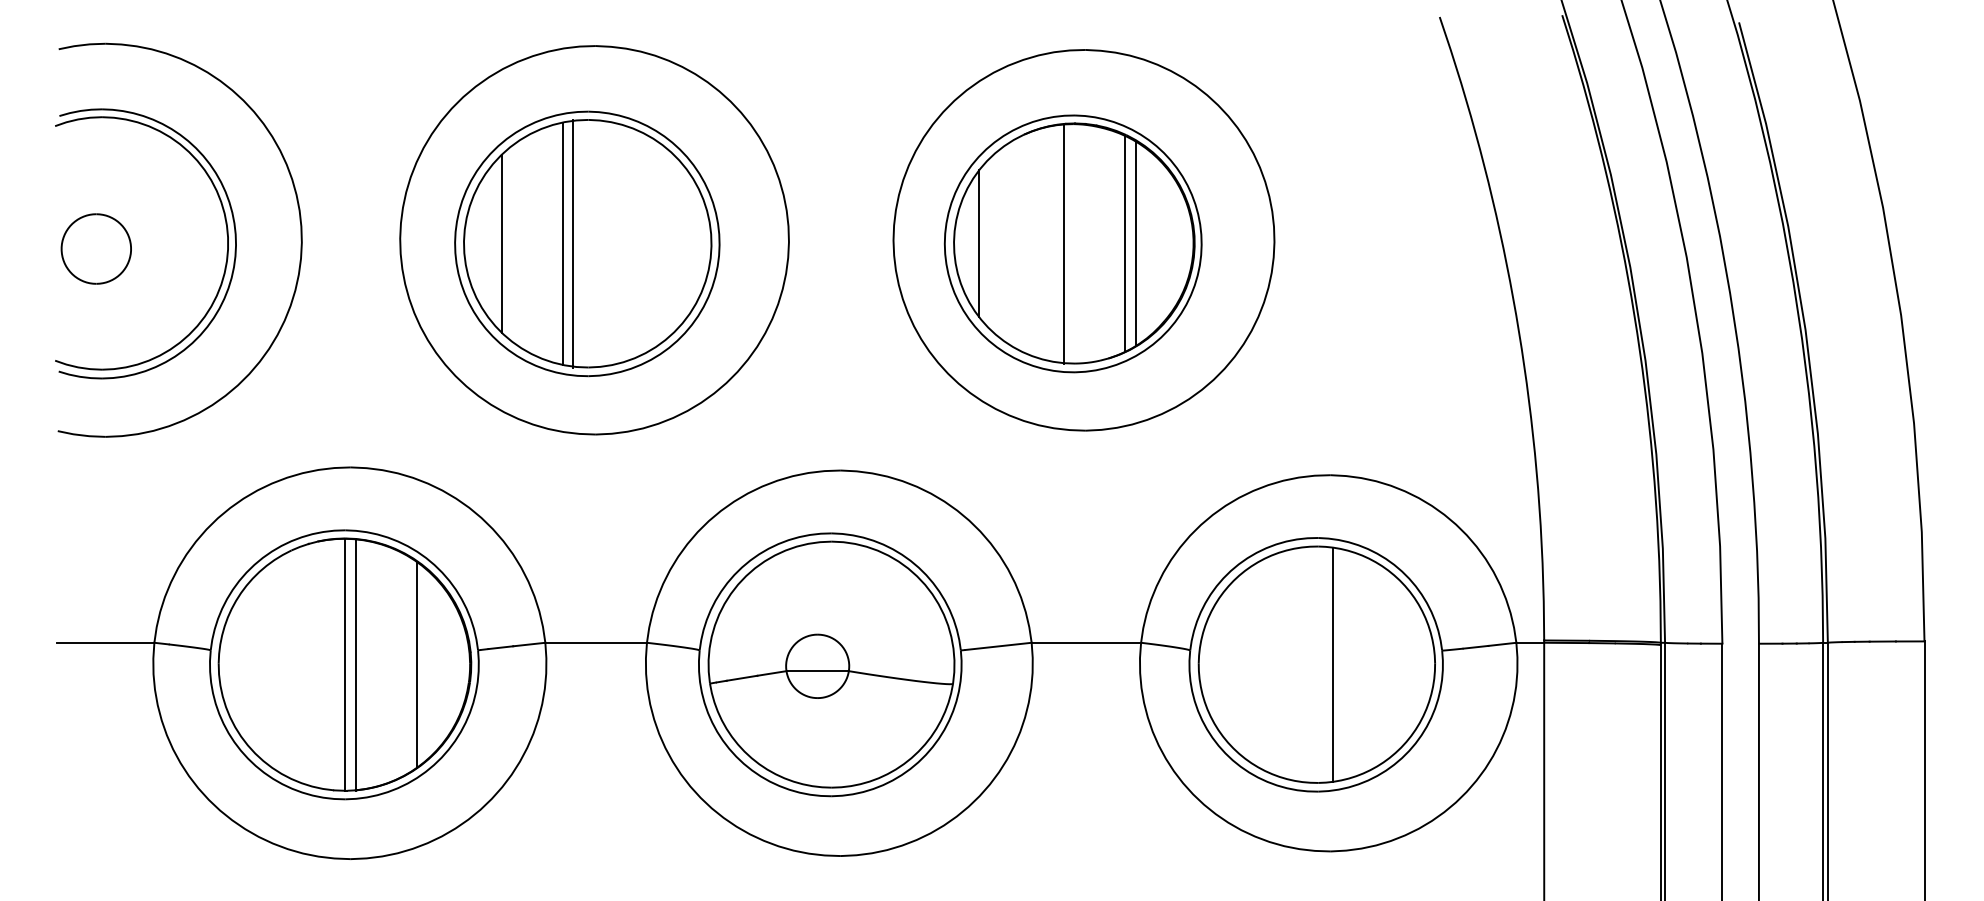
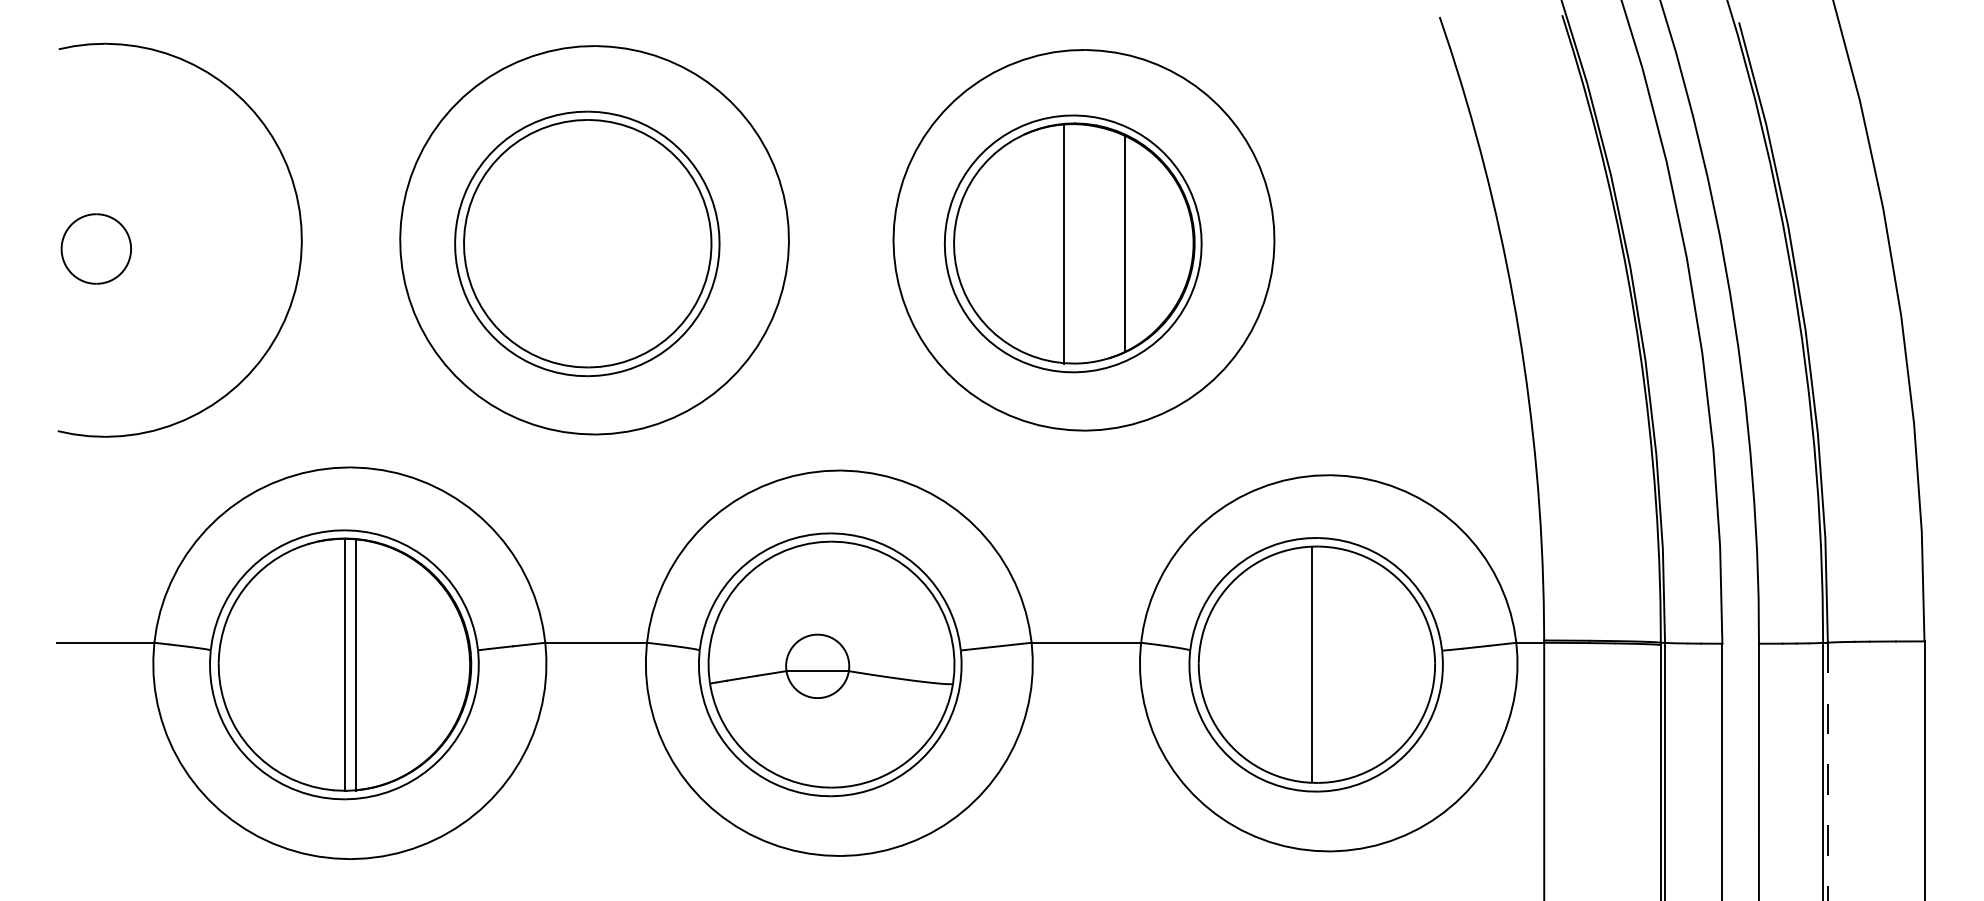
part at (226, 234): present -> none
line at (501, 243): present -> none
line at (562, 243): present -> none
line at (573, 243): present -> none
line at (979, 243): present -> none
line at (1135, 243): present -> none
line at (416, 664): present -> none
line at (1333, 664) position: (1333, 664) -> (1312, 664)
line at (1827, 771): solid -> dashed
